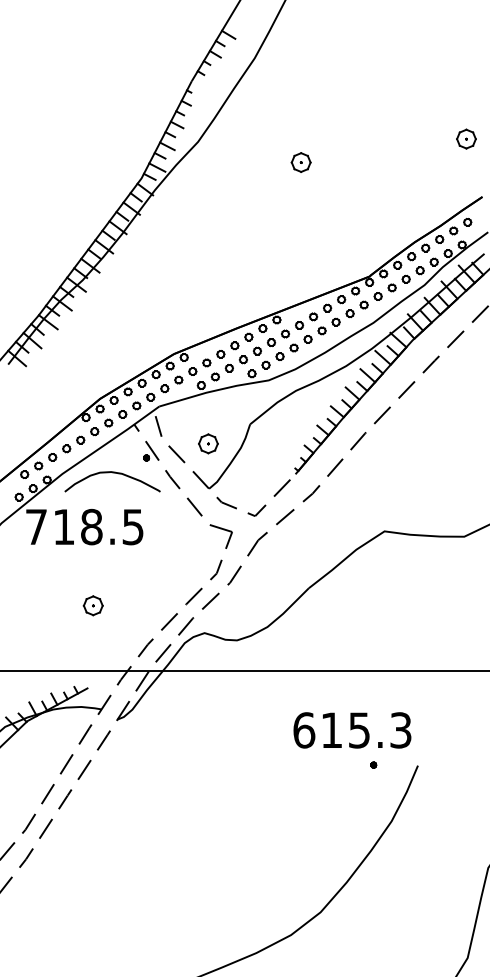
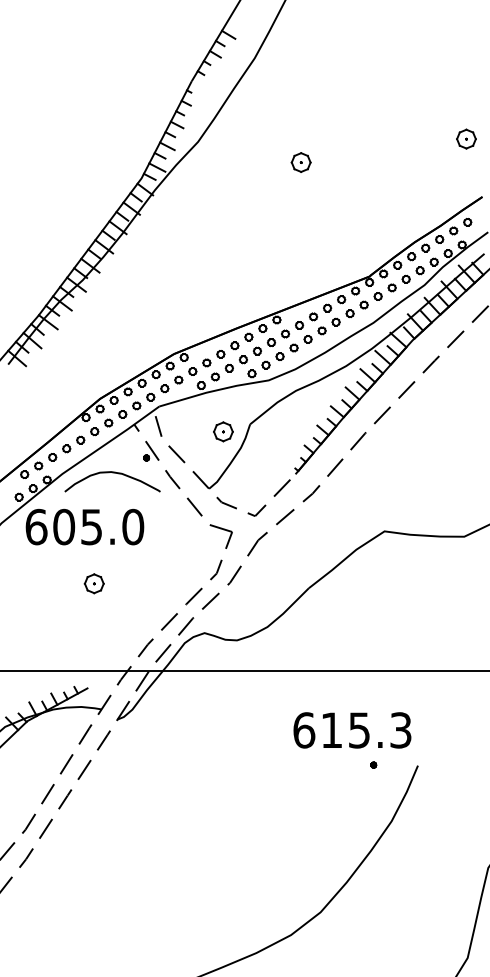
part at (208, 443) position: (208, 443) -> (223, 431)
text at (84, 526): 718.5 -> 605.0
part at (92, 605) position: (92, 605) -> (93, 583)
